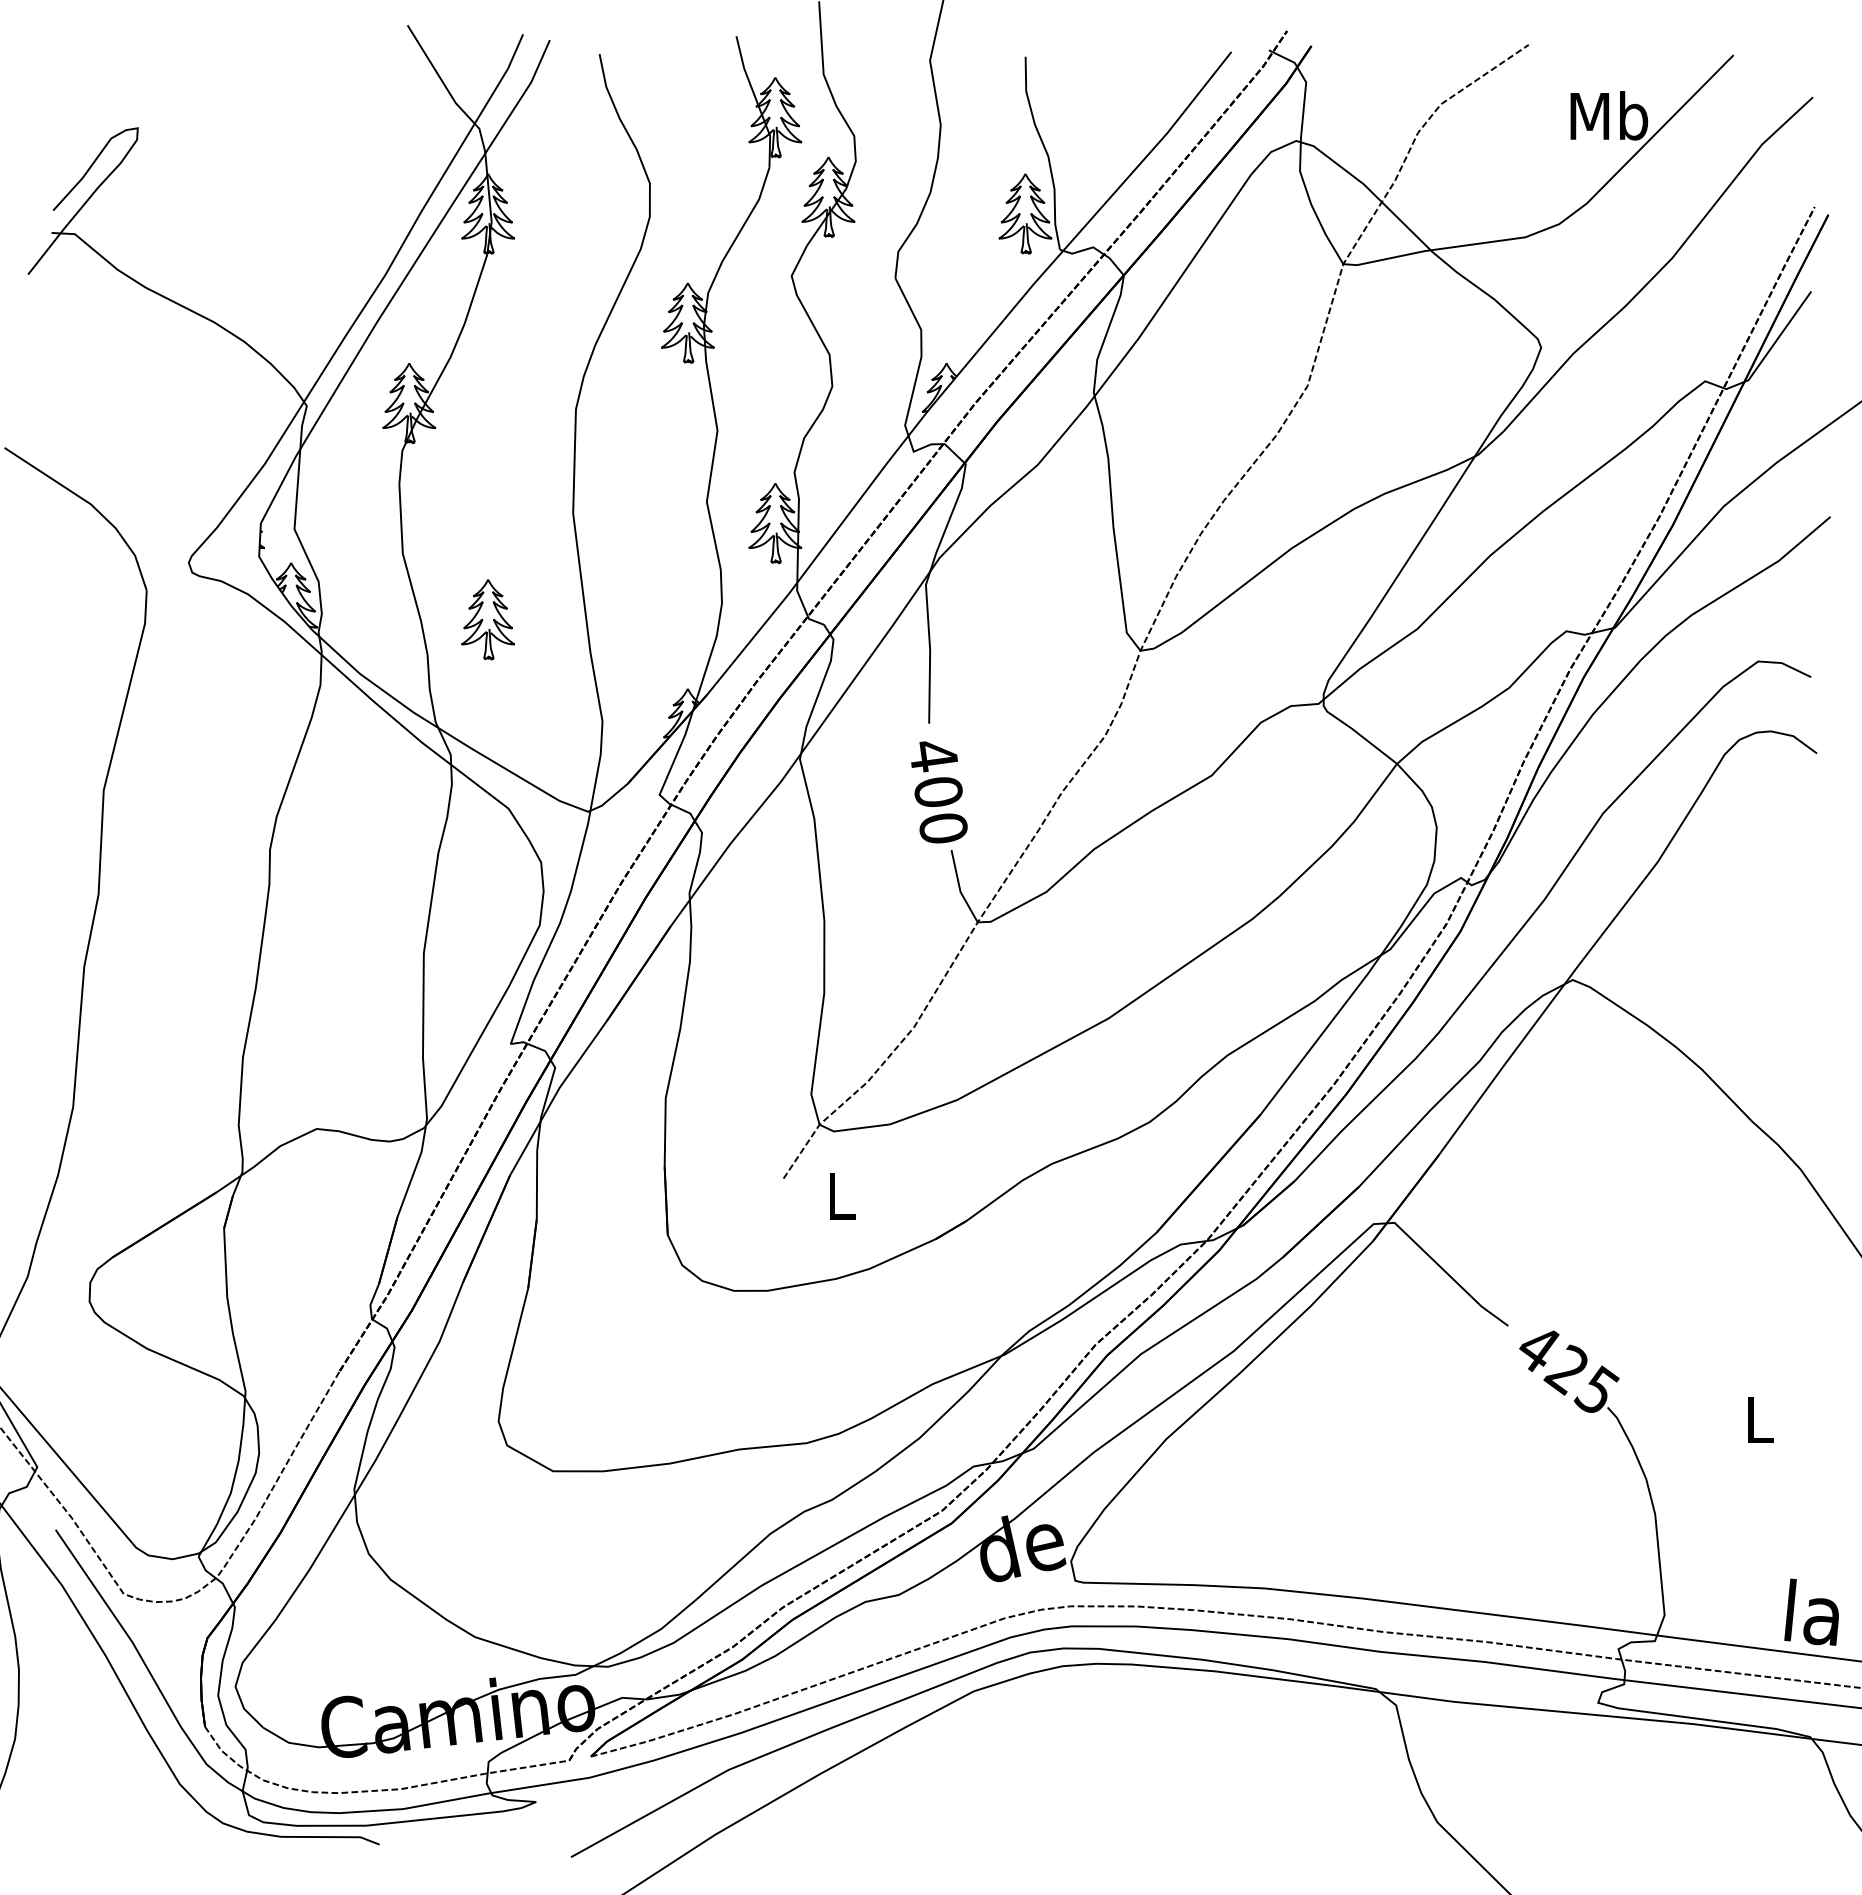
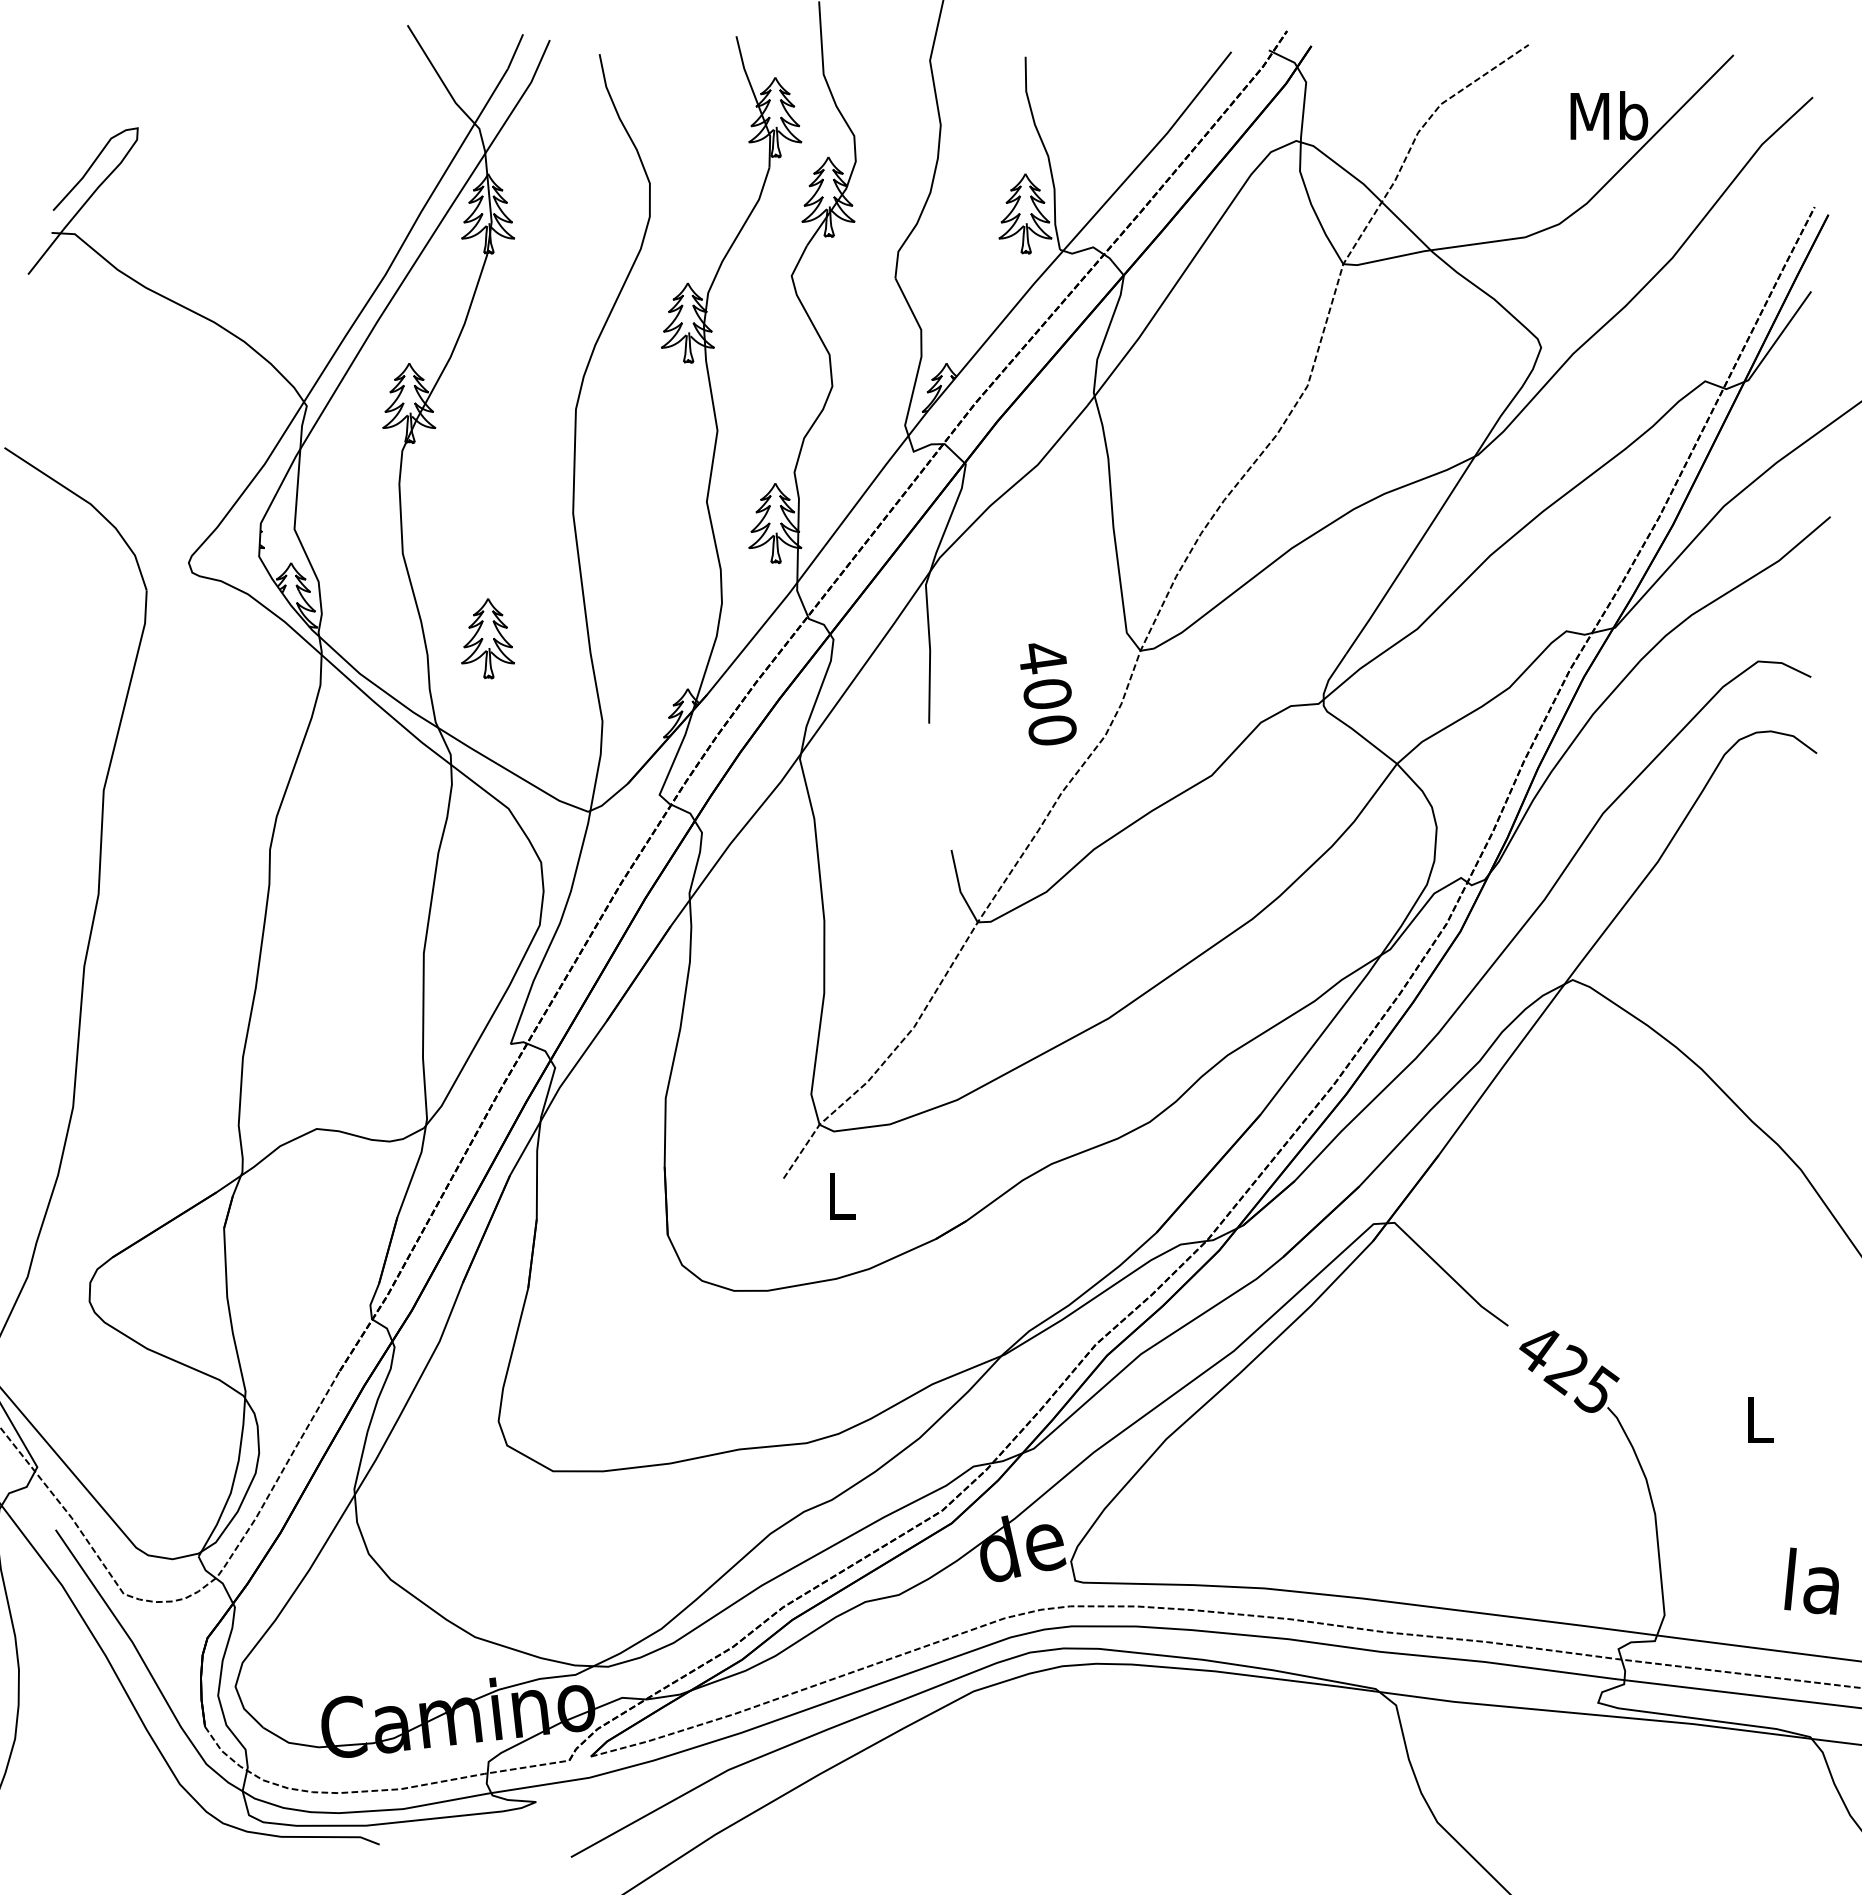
part at (487, 619) position: (487, 619) -> (487, 638)
text at (939, 792) position: (939, 792) -> (1048, 694)
text at (1811, 1611) position: (1811, 1611) -> (1811, 1580)
